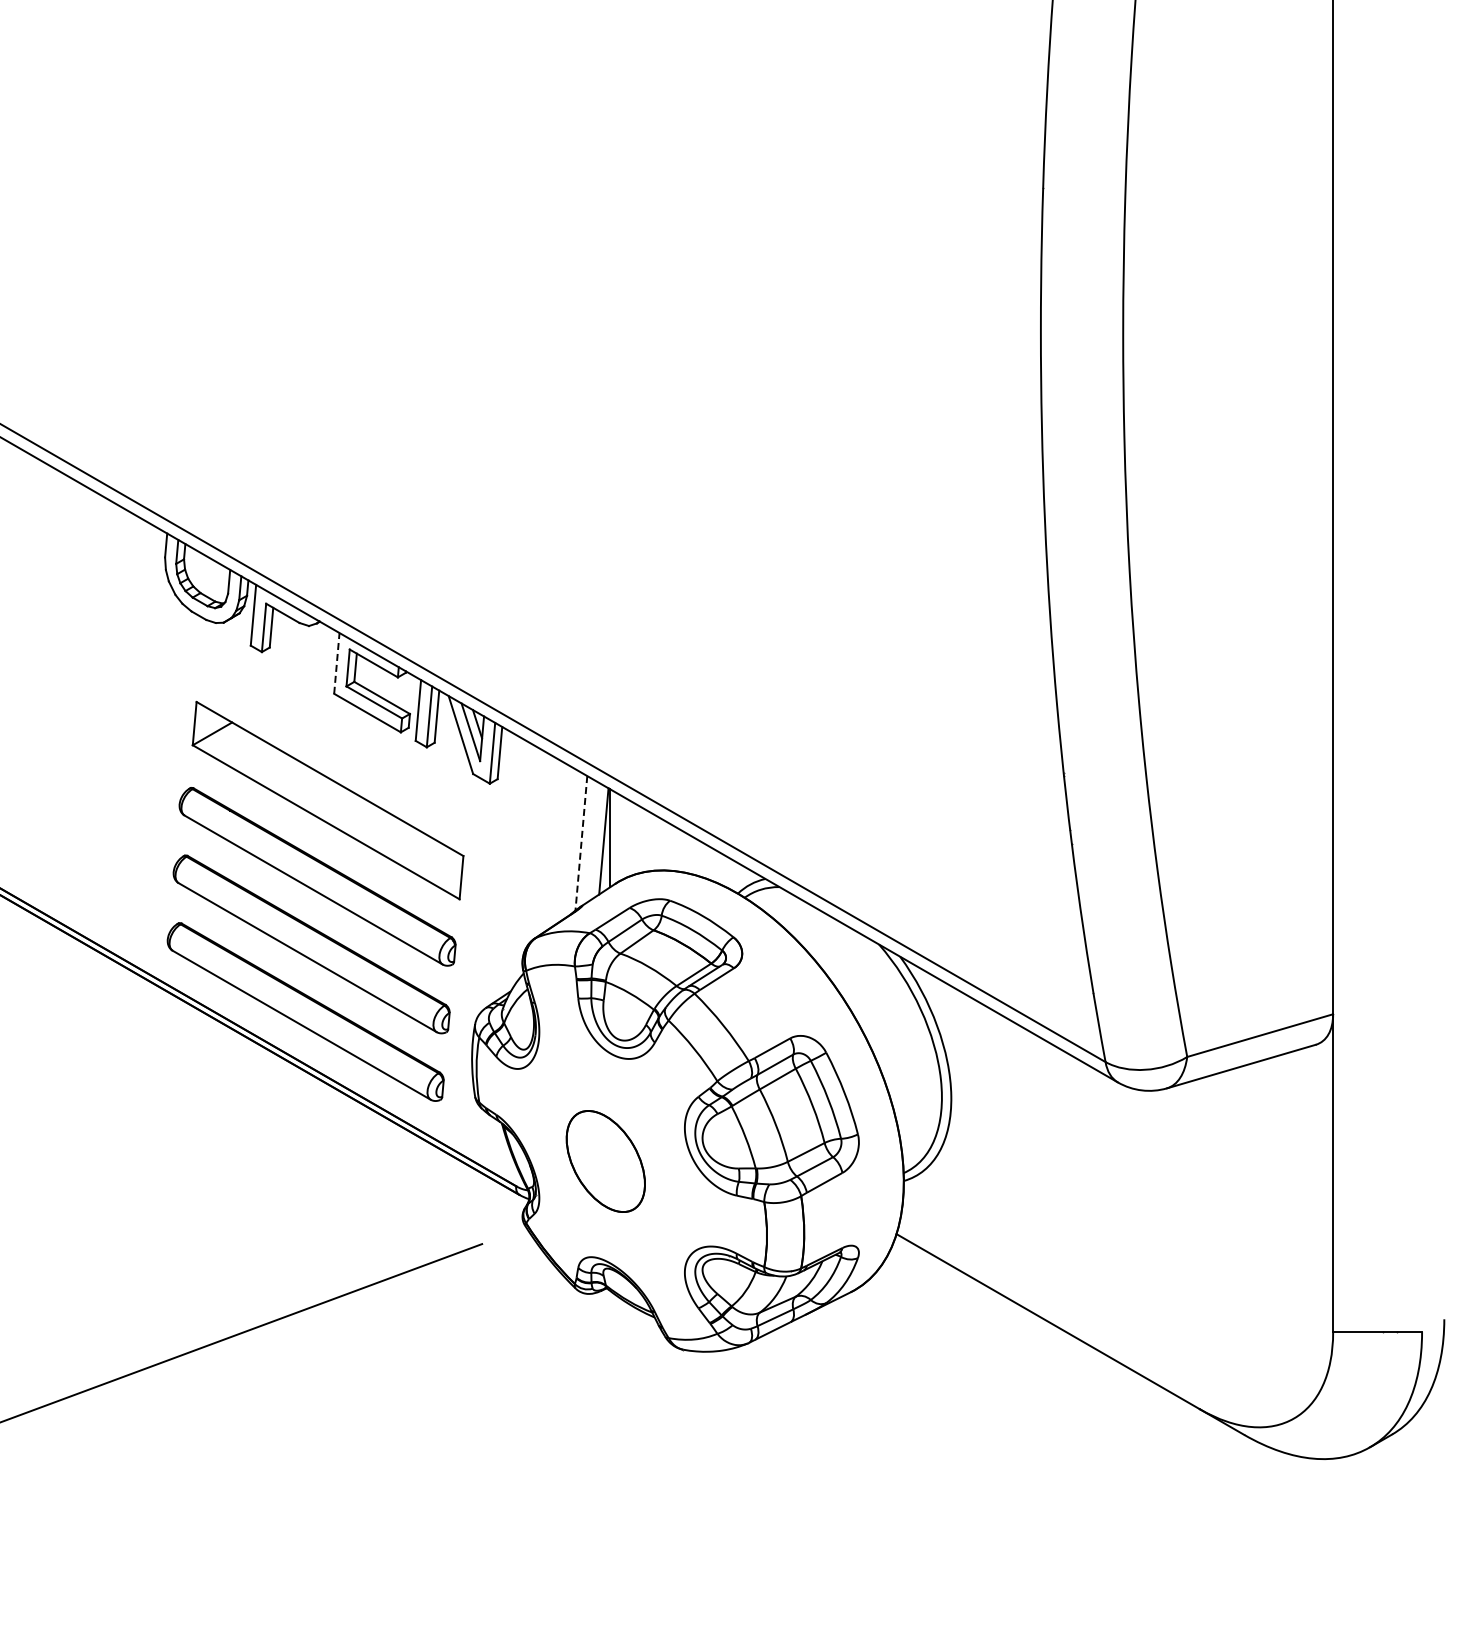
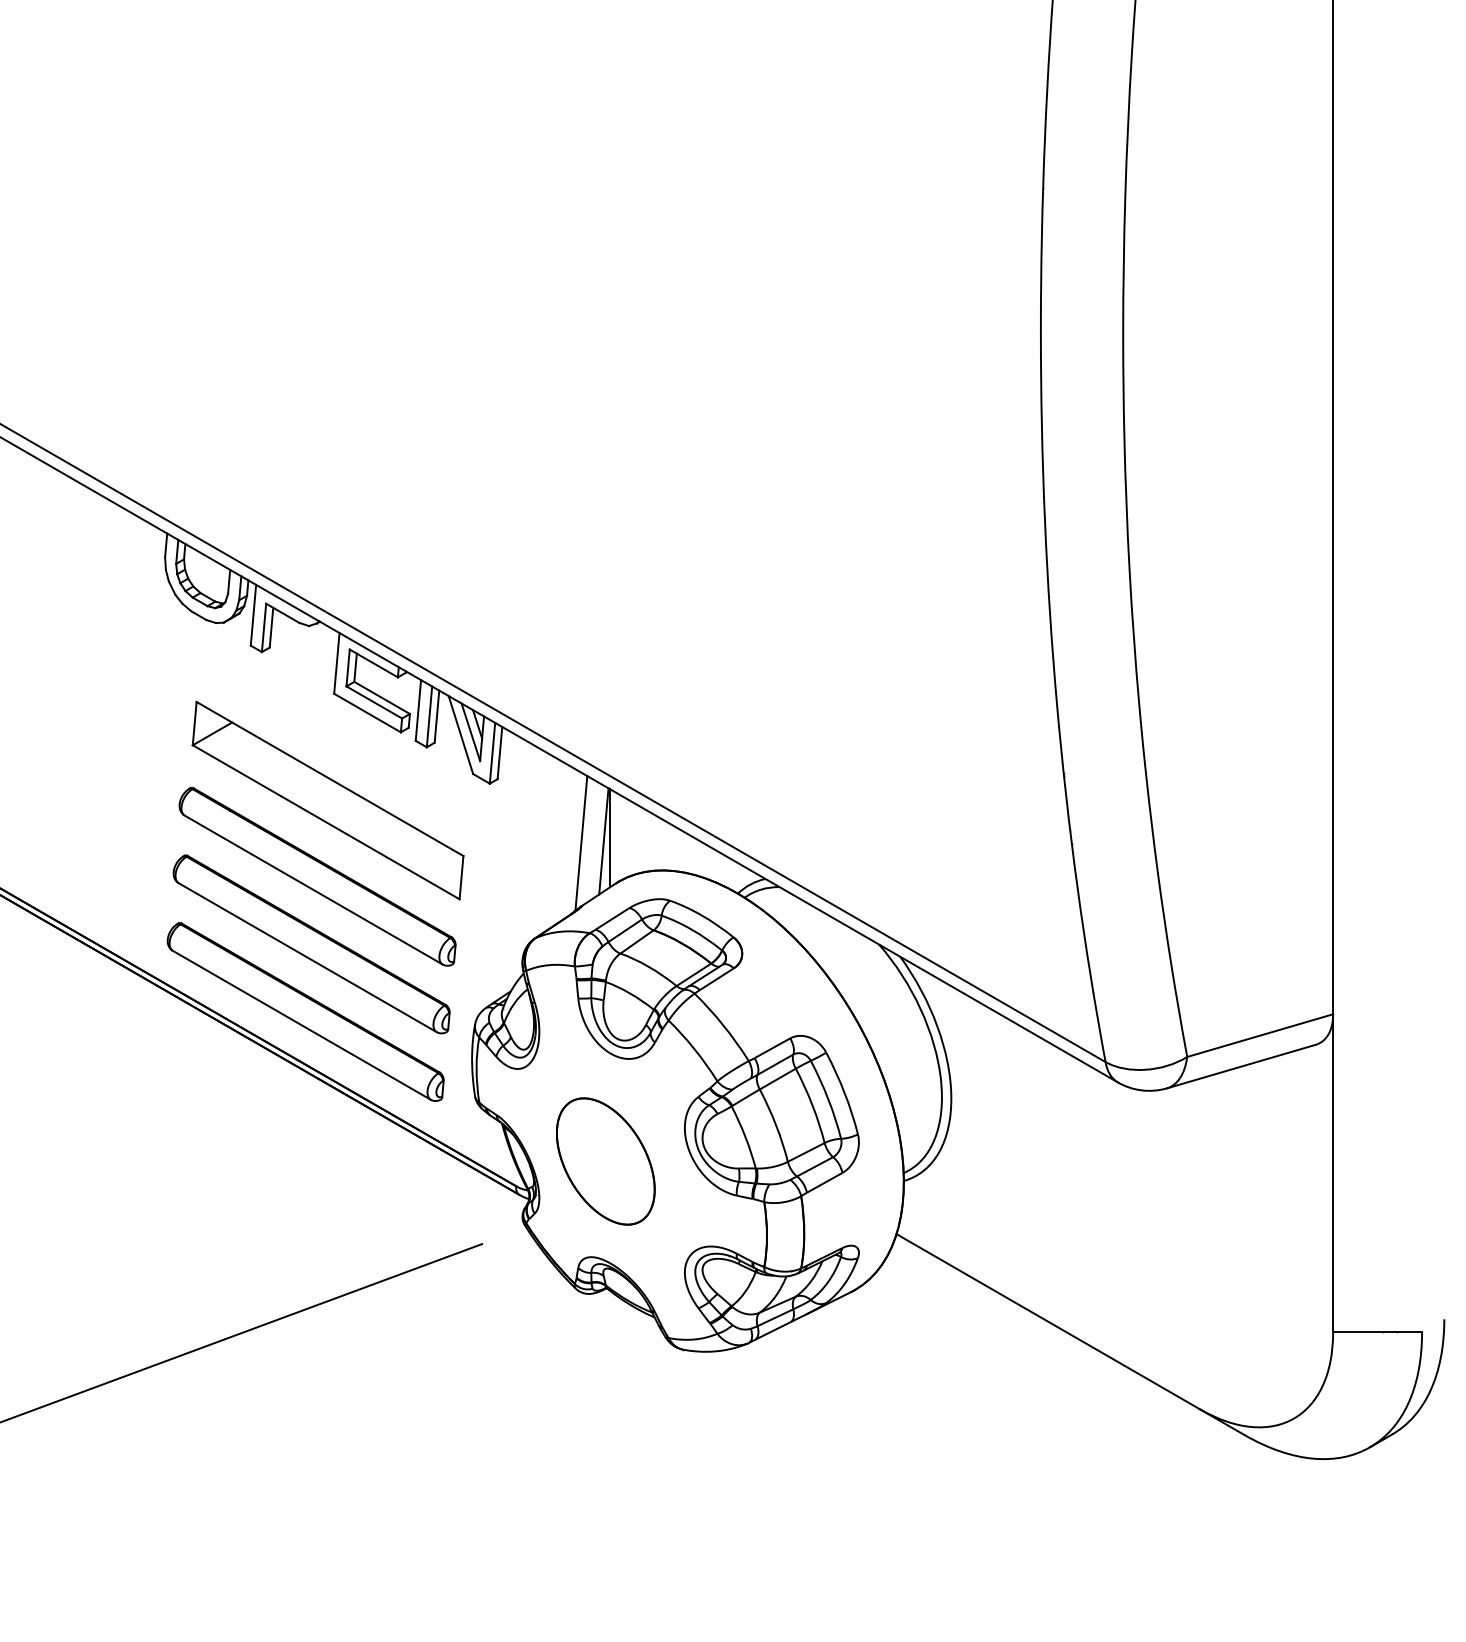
line at (336, 663): dashed -> solid
line at (581, 843): dashed -> solid
part at (605, 1161) size: 81x103 px -> 100x129 px
